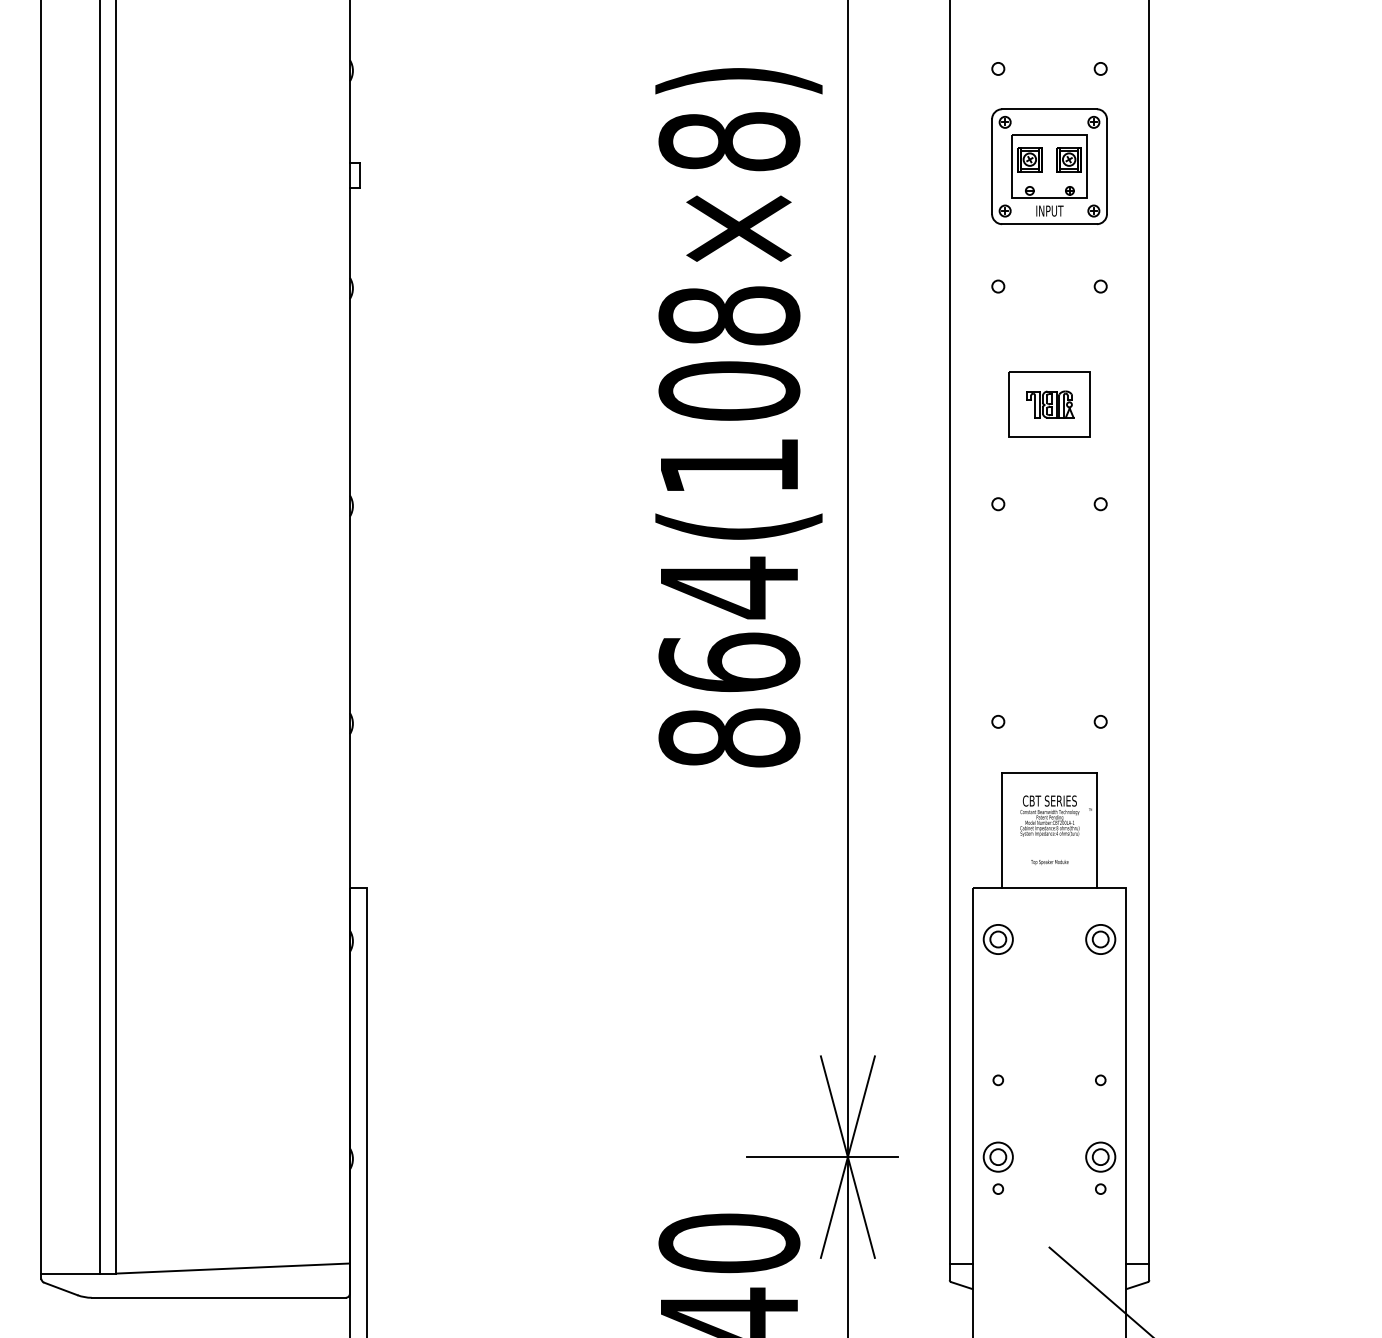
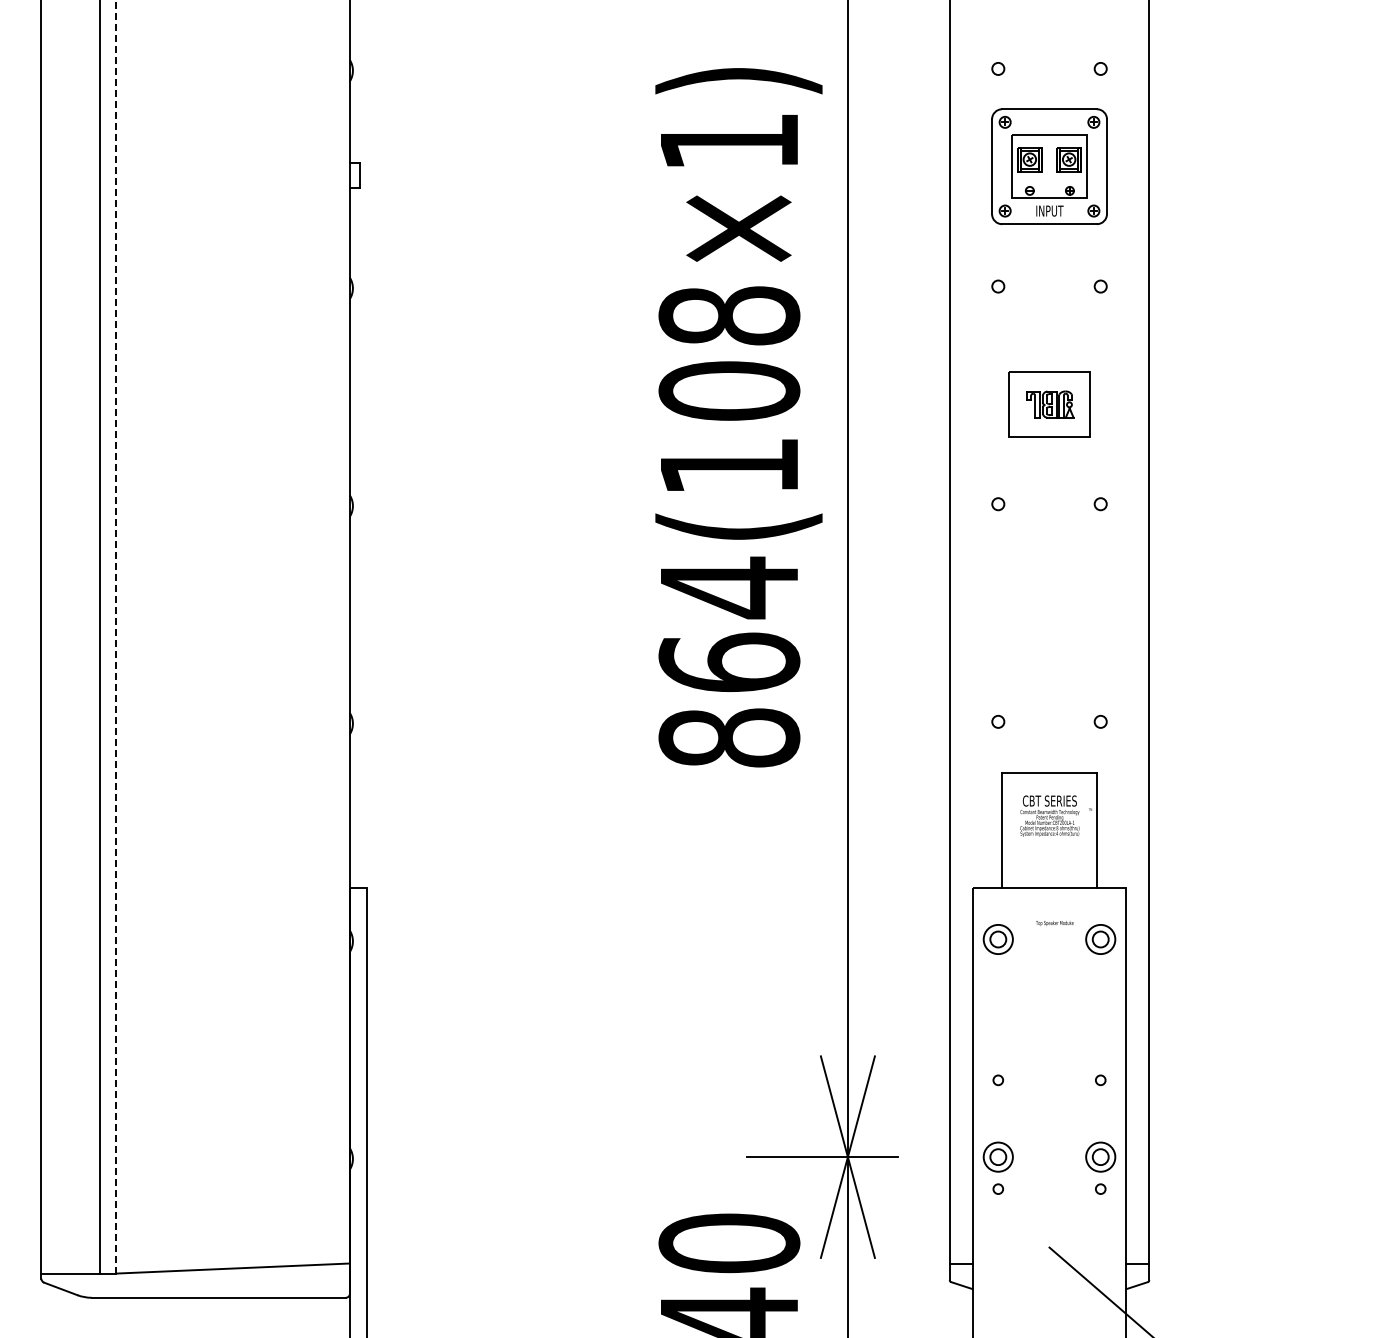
text at (729, 141): 864(108×8) -> 864(108×1)
line at (116, 636): solid -> dashed
text at (1049, 862) position: (1049, 862) -> (1054, 923)
